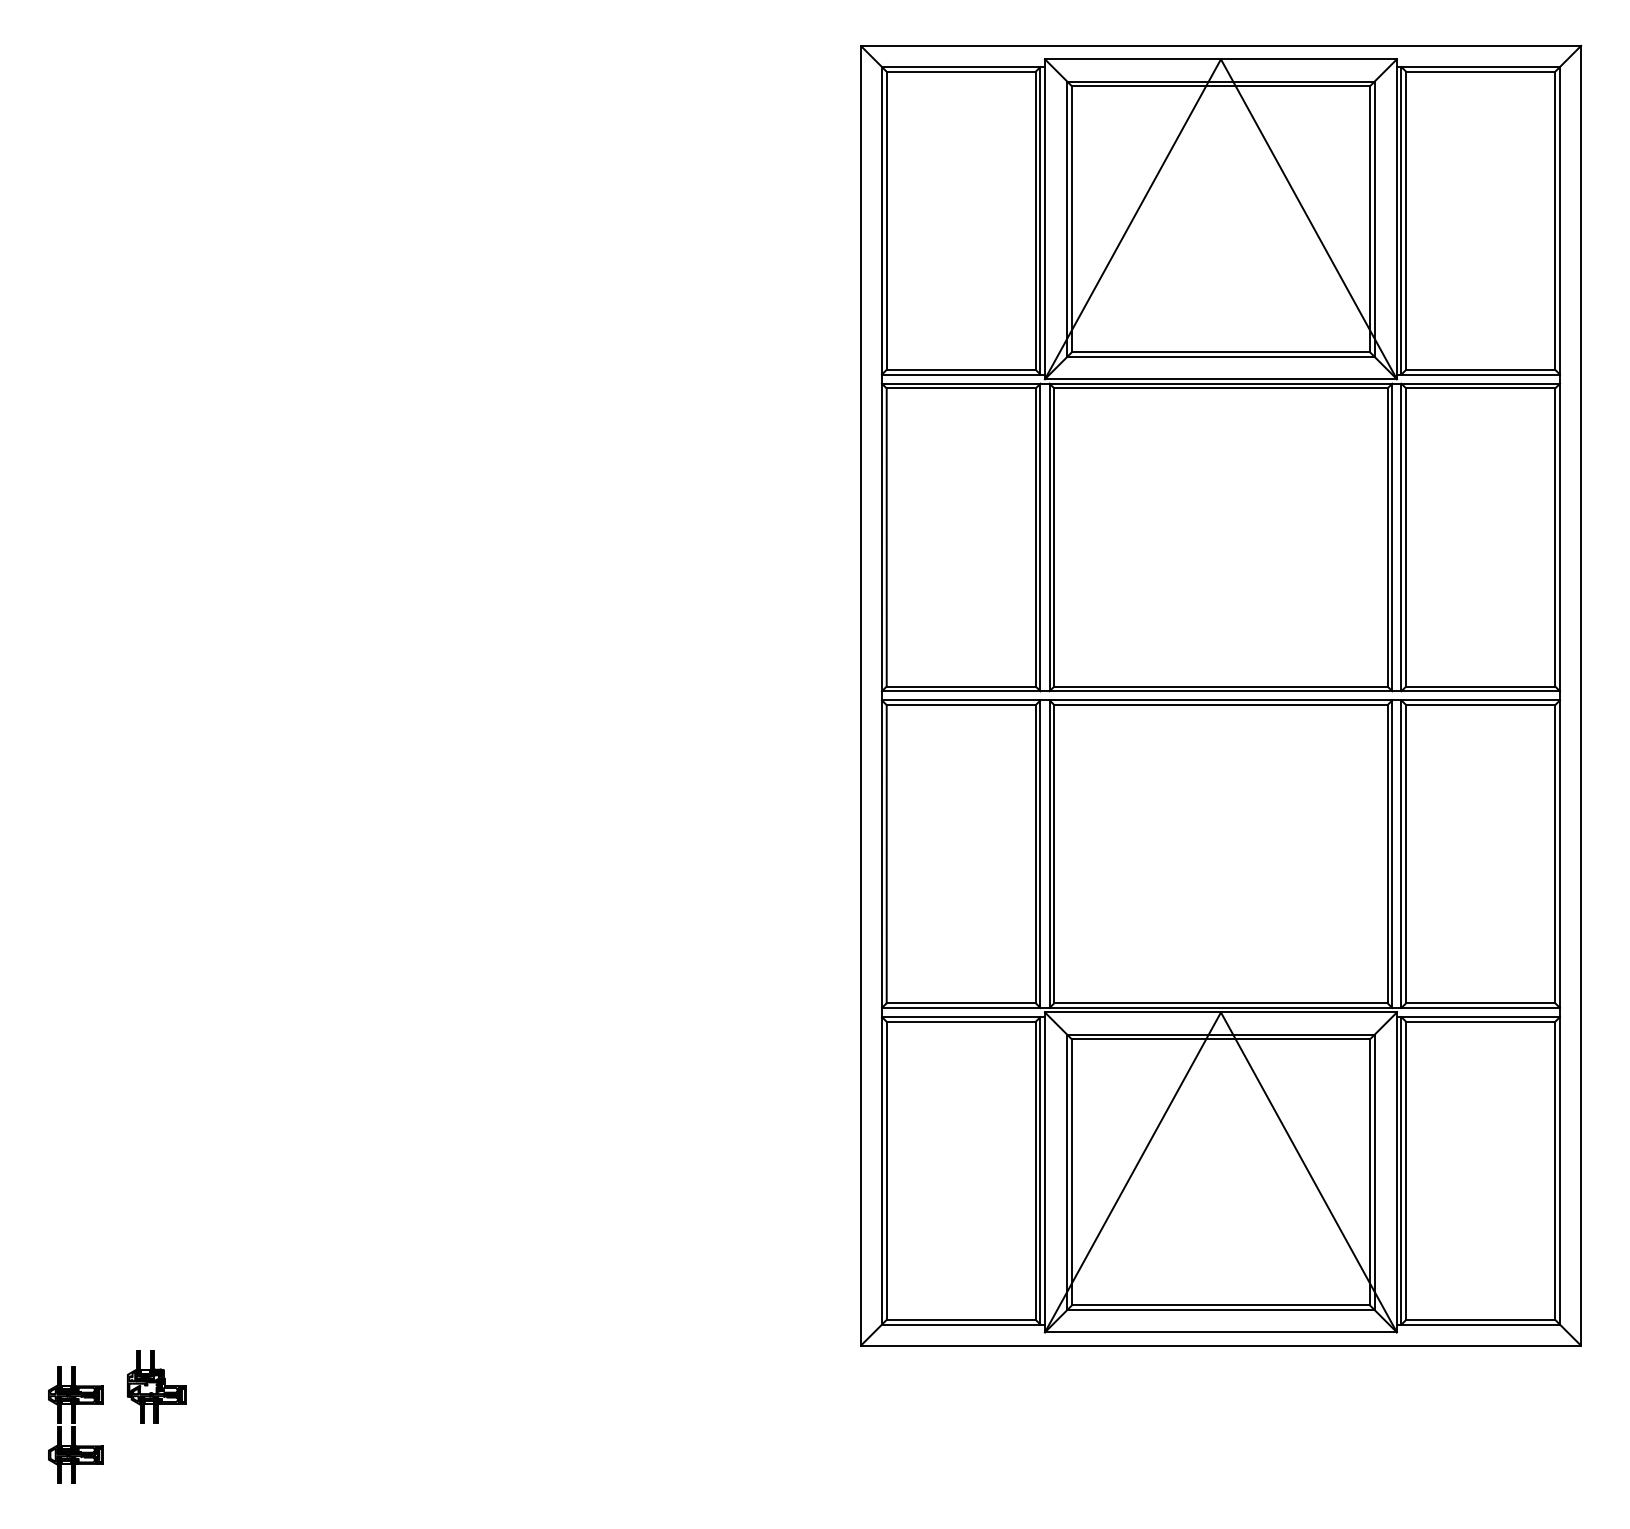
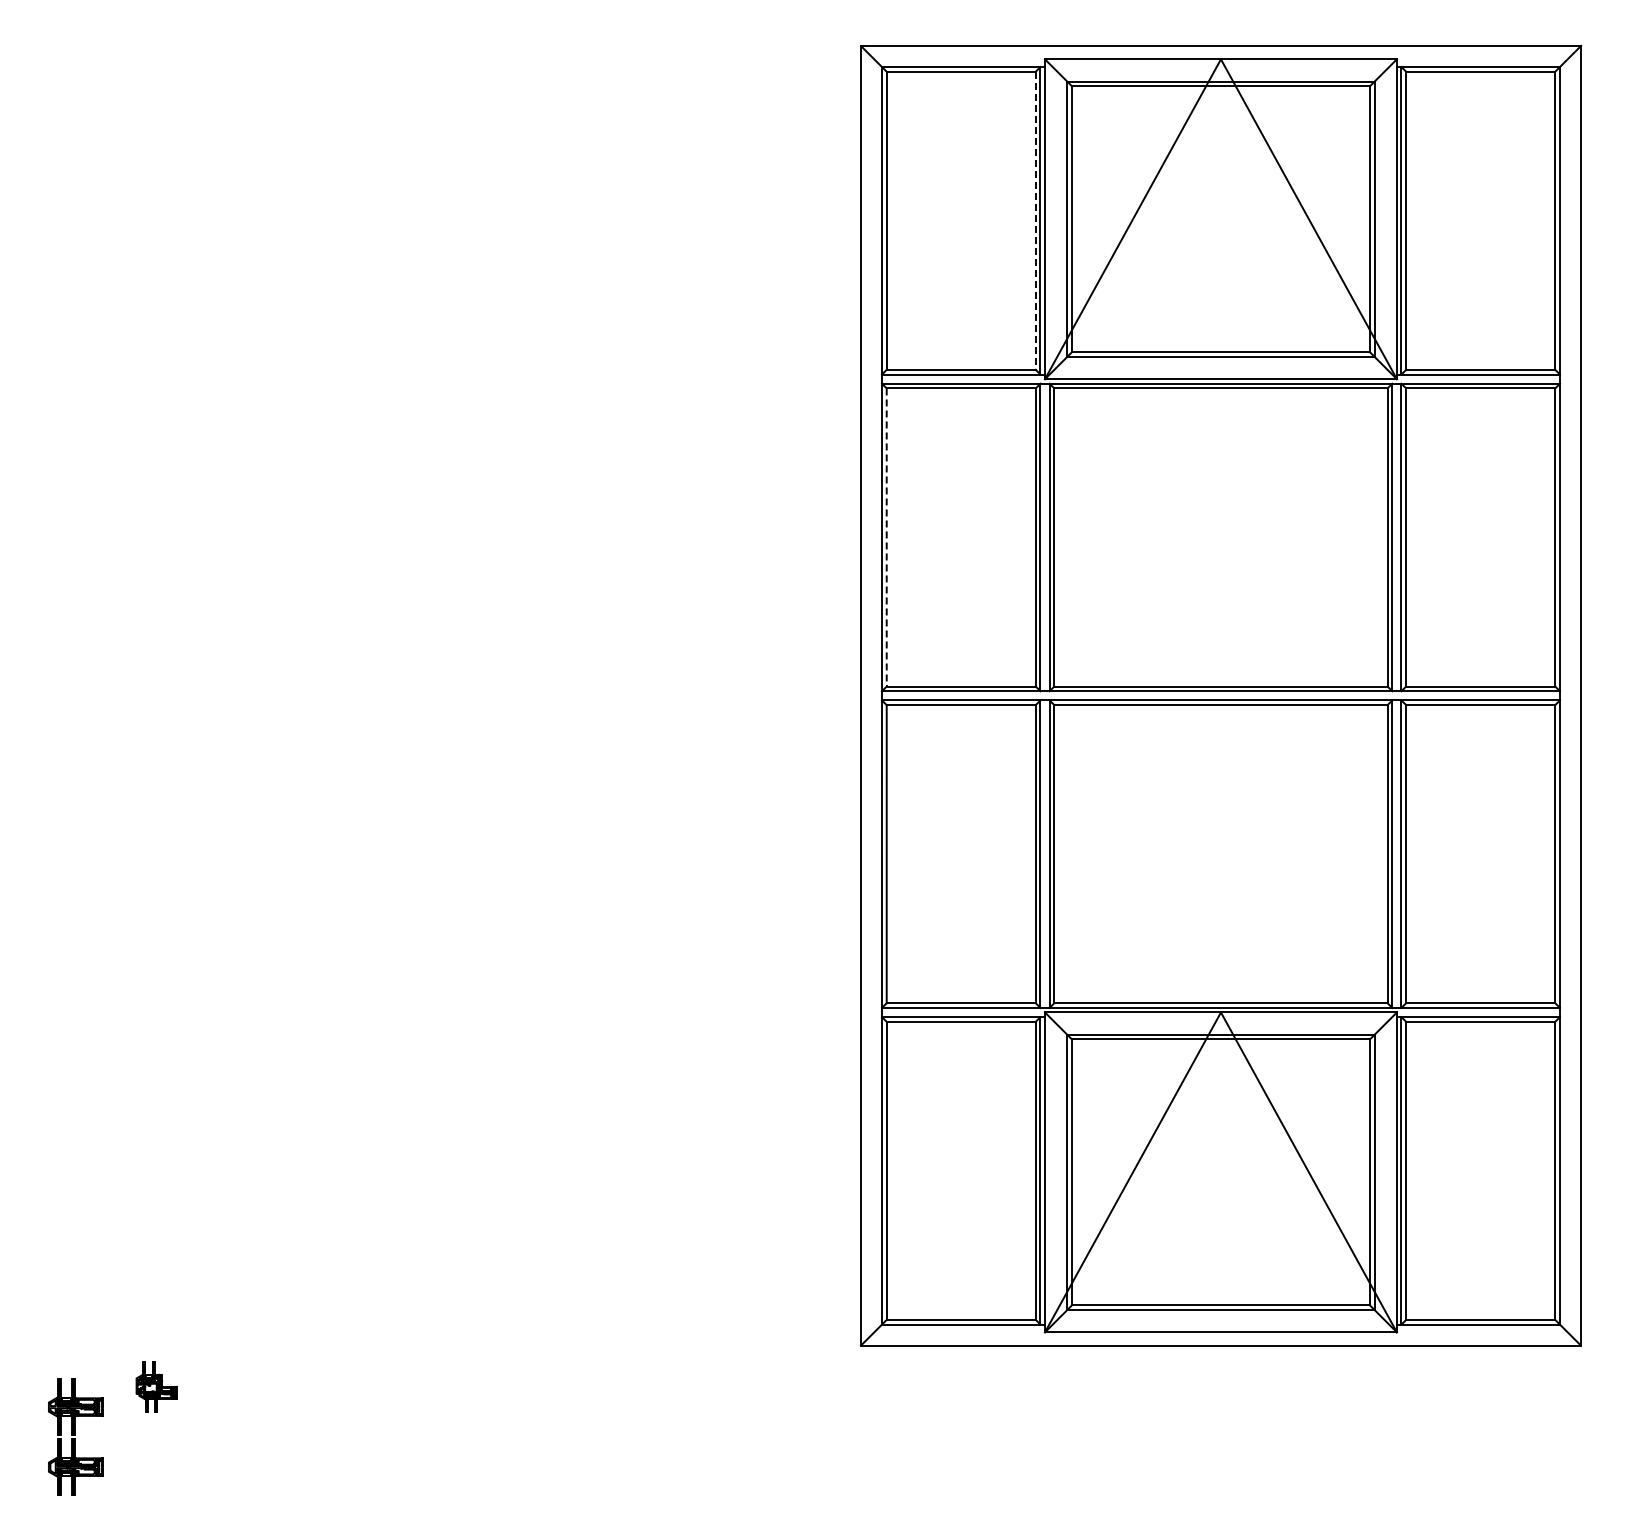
line at (1035, 221): solid -> dashed
line at (886, 537): solid -> dashed
part at (156, 1386) size: 60x74 px -> 43x52 px
part at (75, 1424) position: (75, 1424) -> (75, 1436)
